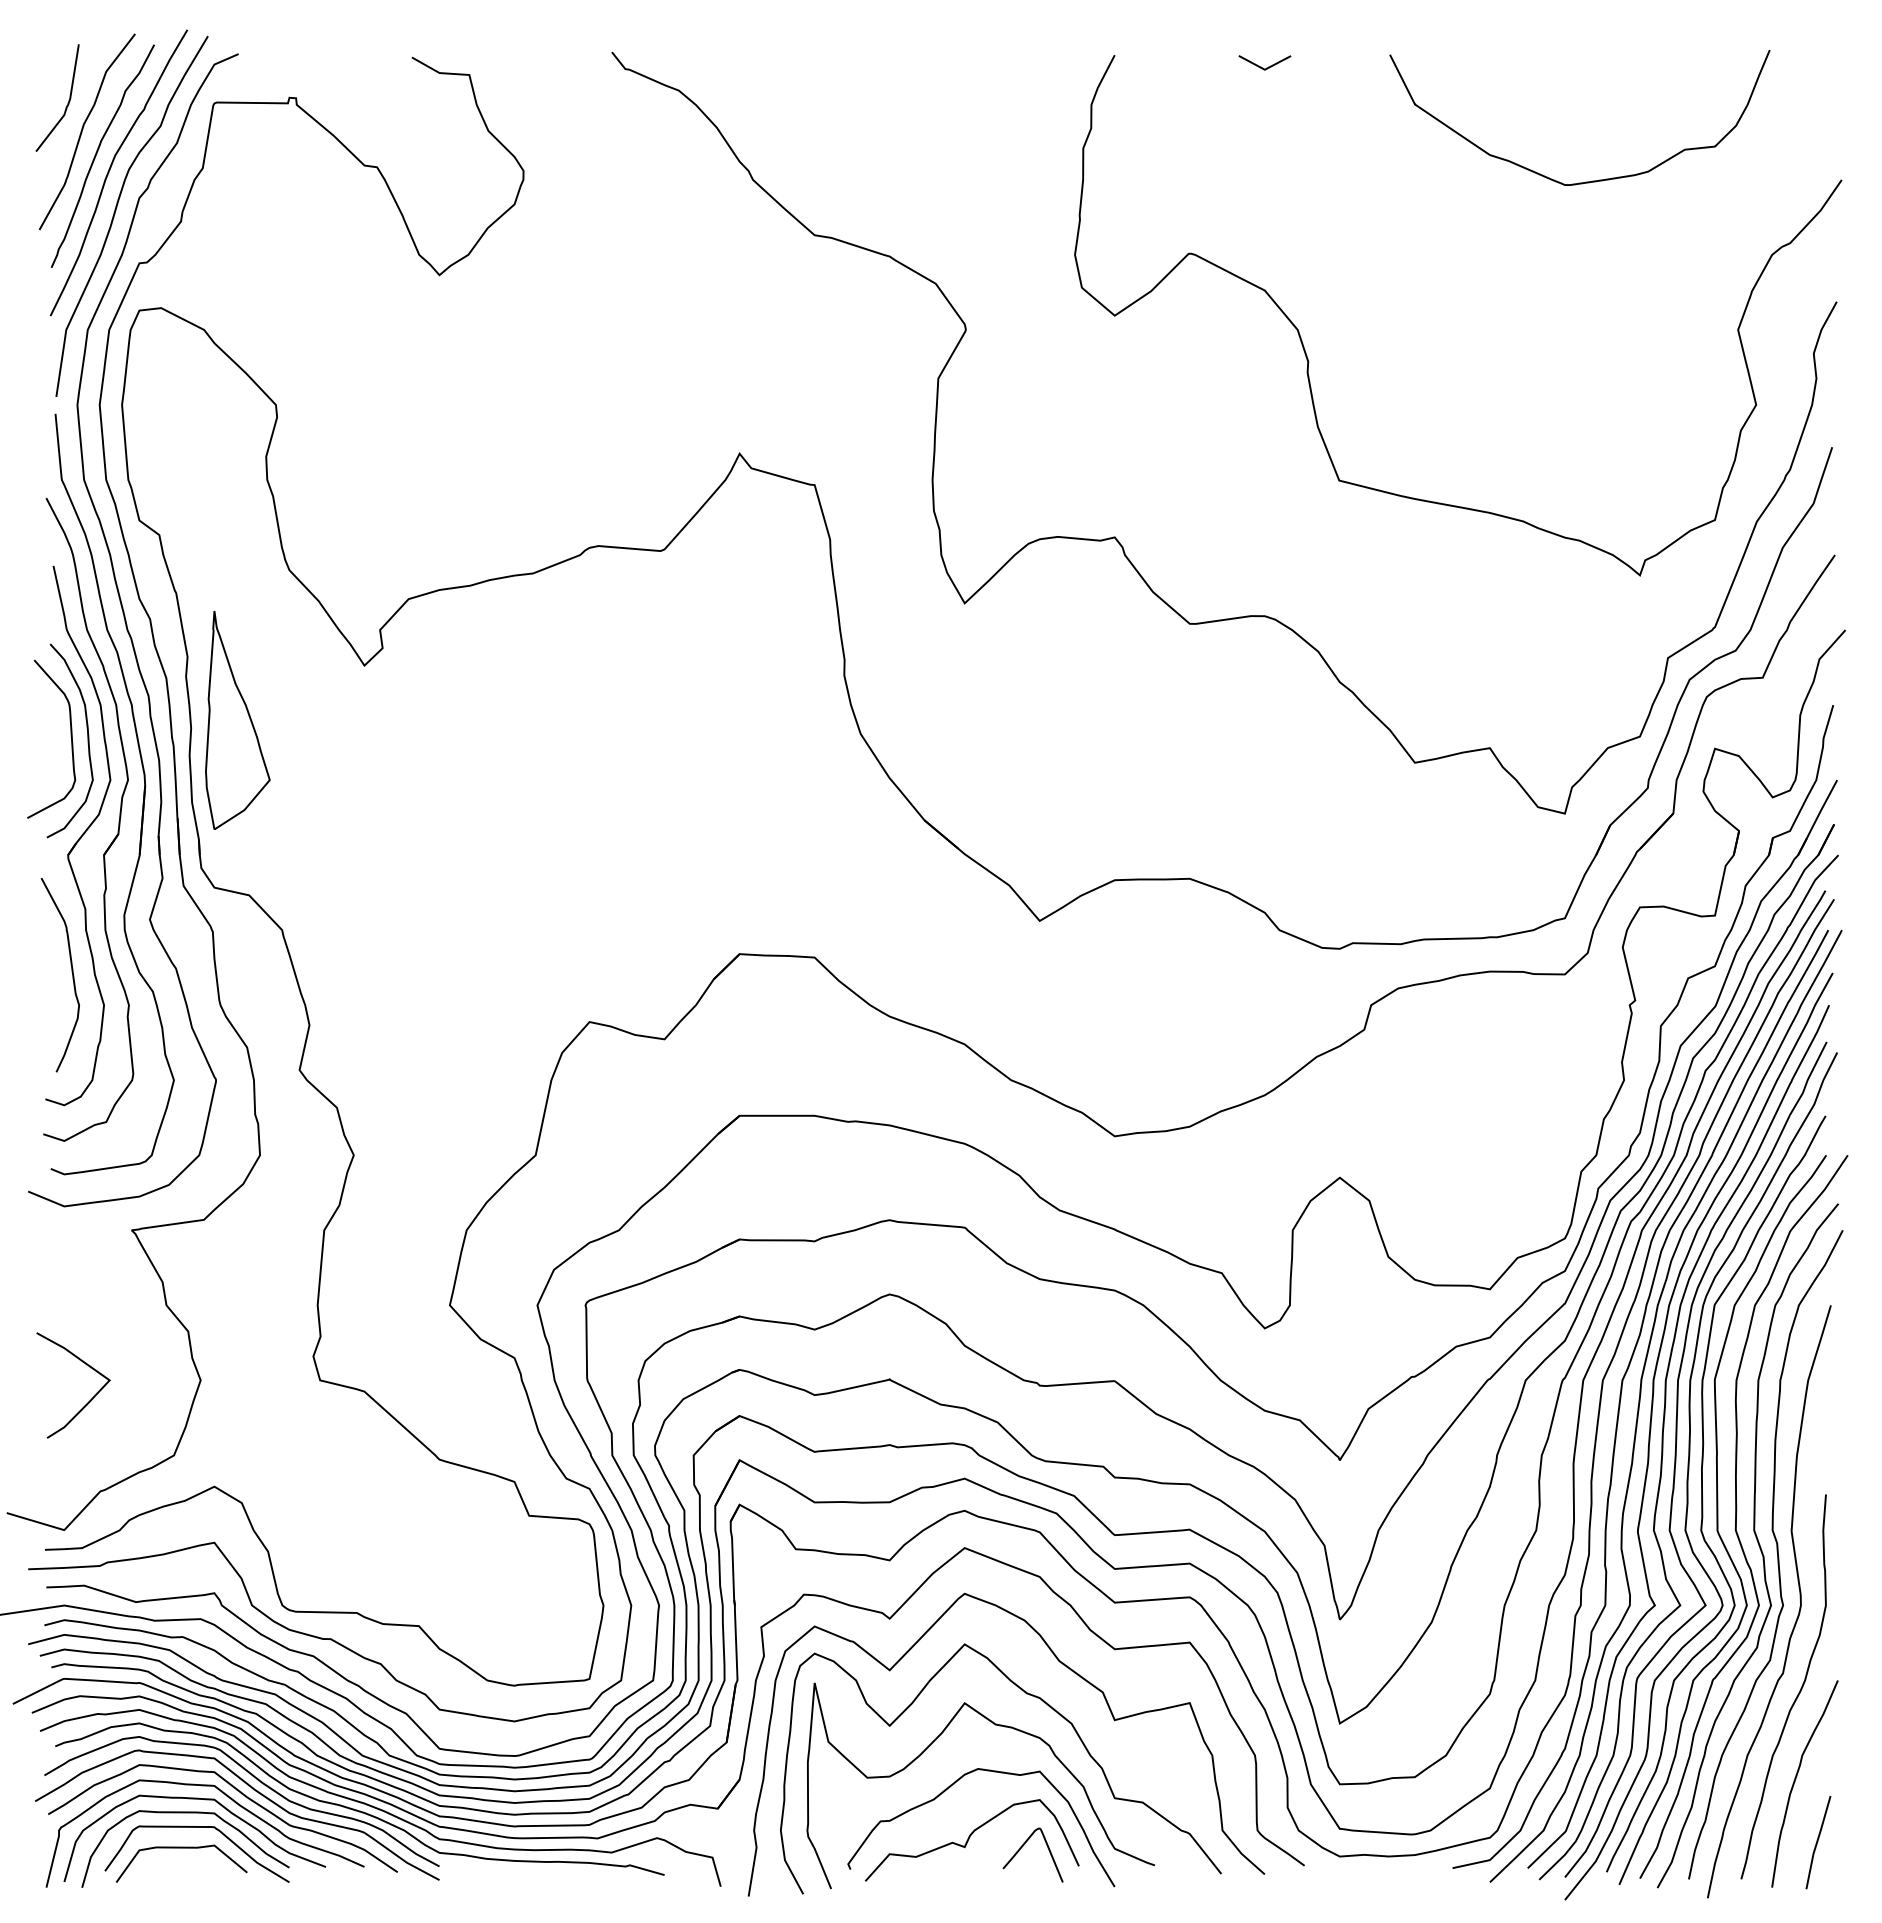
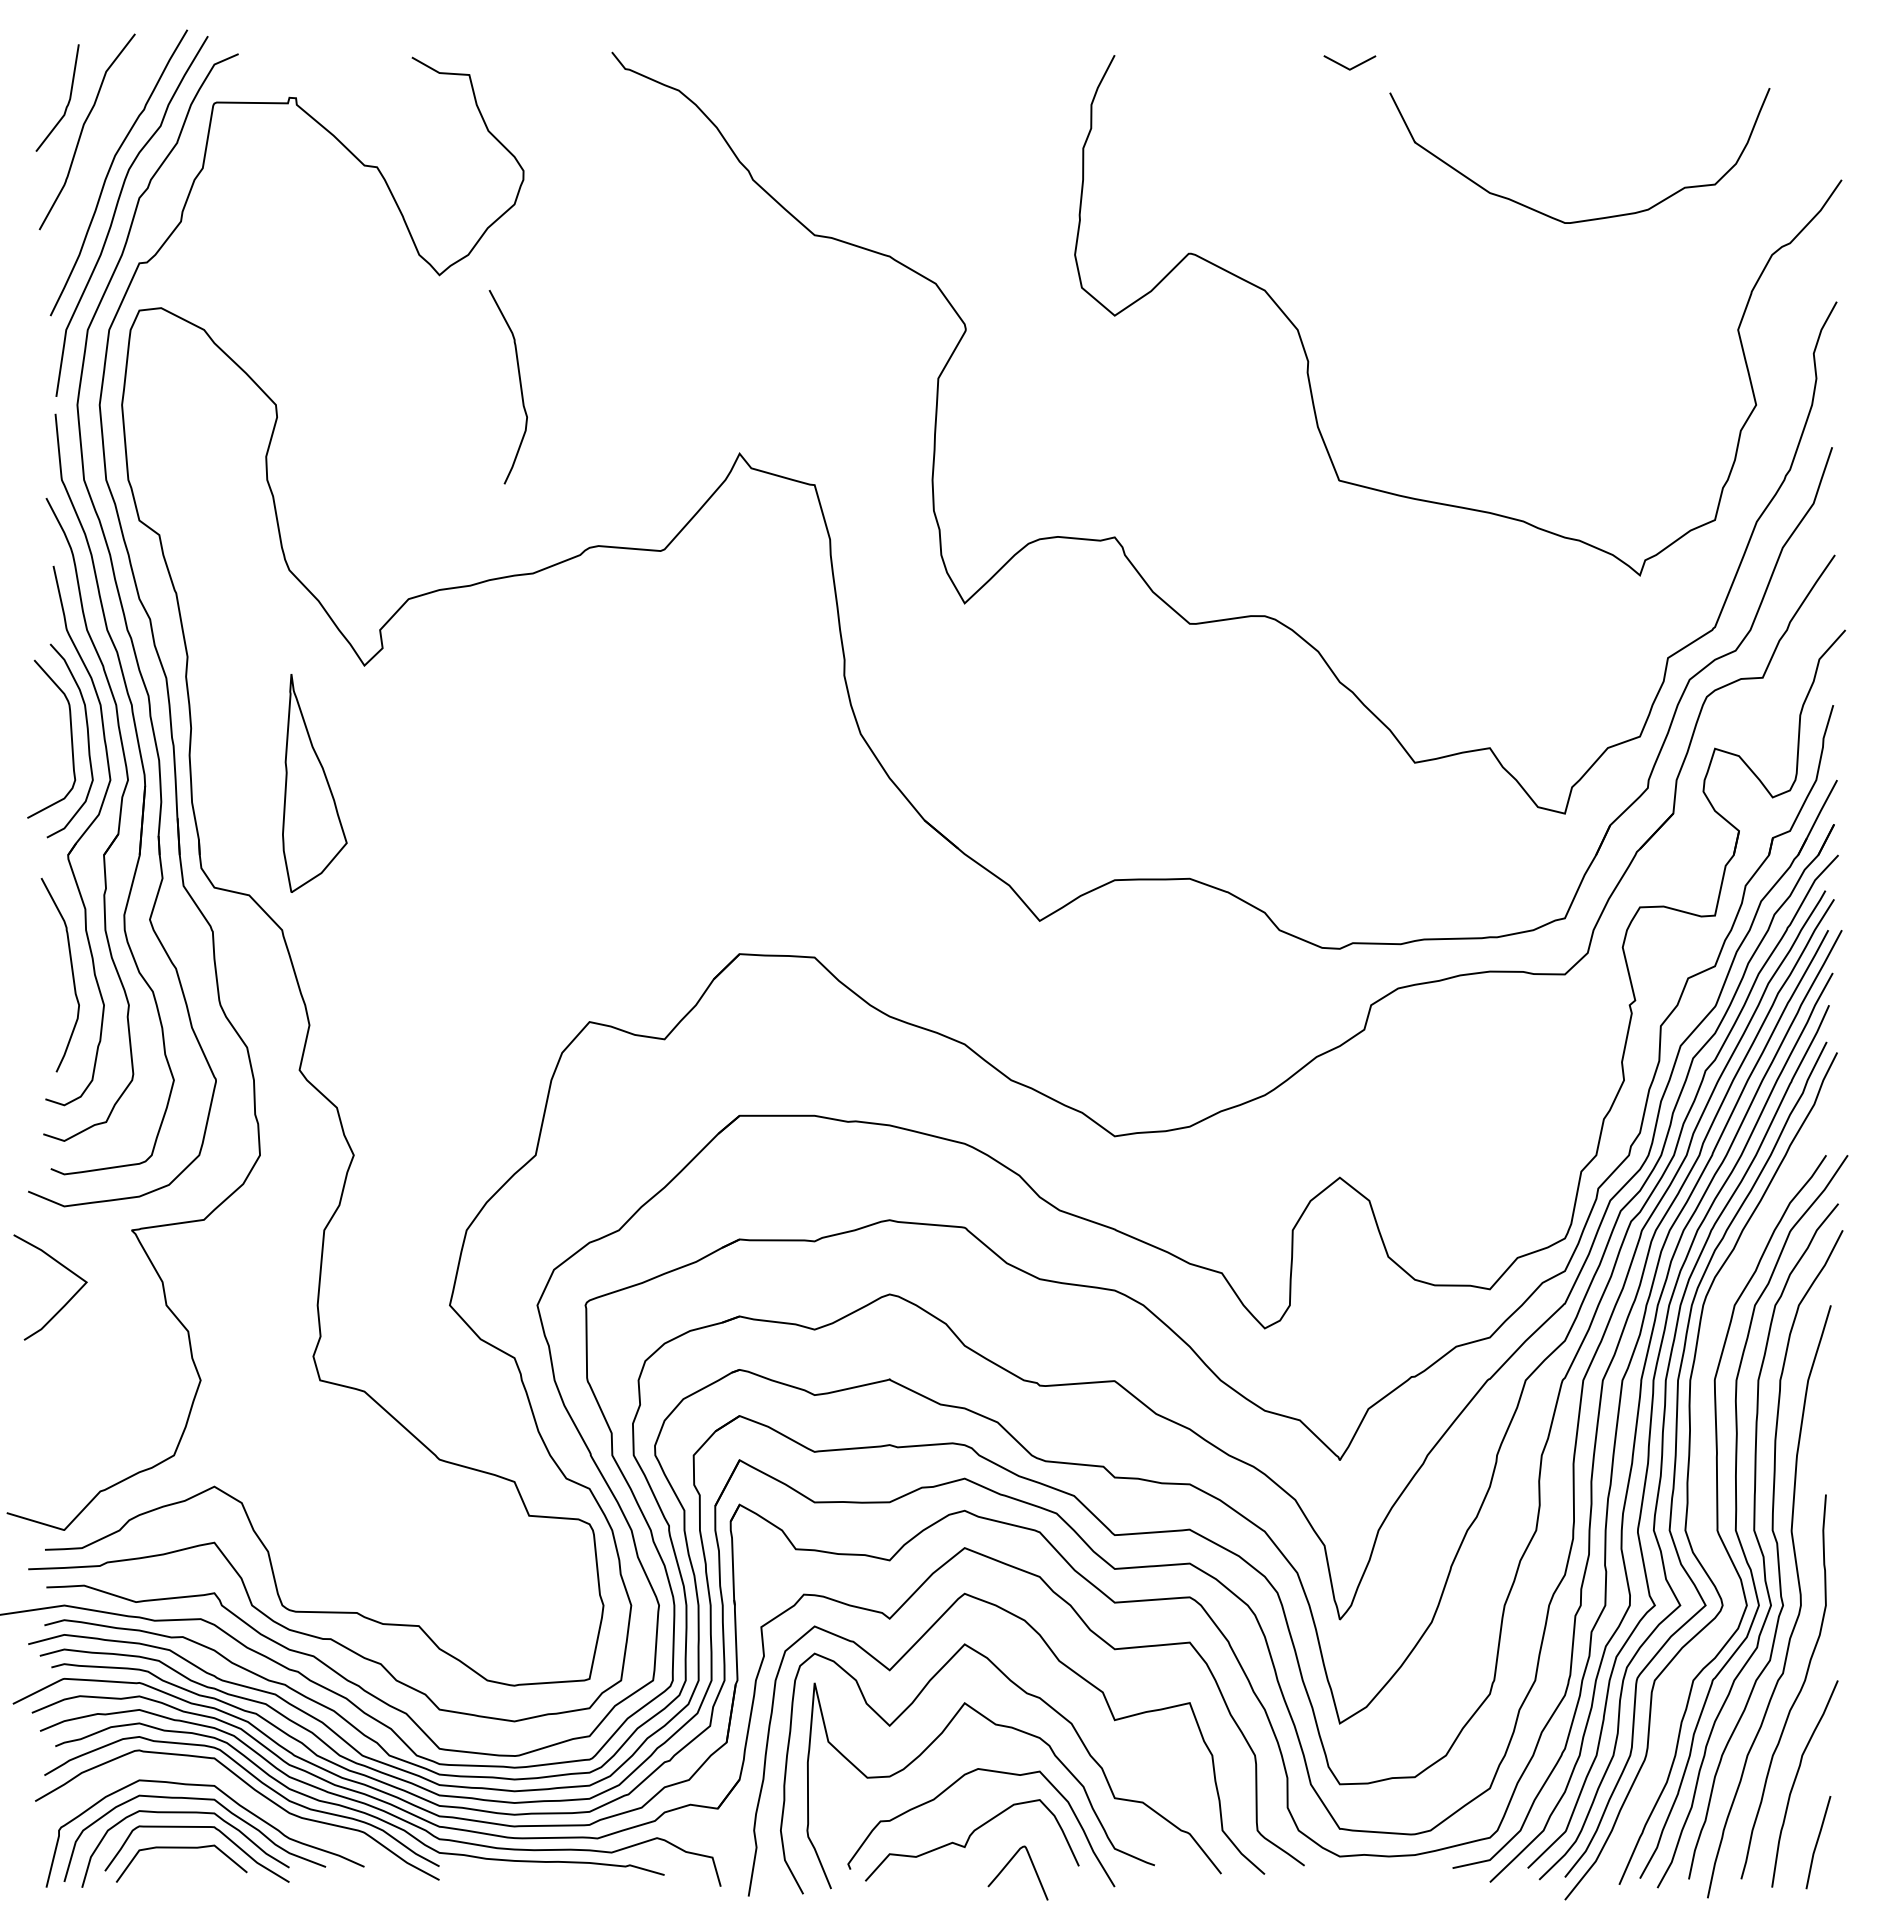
line at (1261, 66) position: (1261, 66) -> (1346, 66)
curve at (97, 153): present -> none
curve at (1585, 181) position: (1585, 181) -> (1585, 219)
curve at (519, 384): none -> present
part at (237, 720) position: (237, 720) -> (314, 783)
curve at (89, 1400) position: (89, 1400) -> (66, 1302)
curve at (1702, 1493): present -> none
curve at (241, 1794): present -> none
curve at (1024, 1845) position: (1024, 1845) -> (1009, 1863)
